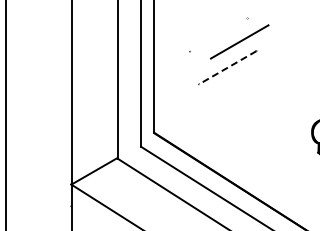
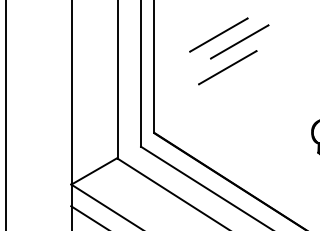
line at (218, 34): none -> present
line at (227, 67): dashed -> solid
line at (88, 216): none -> present
